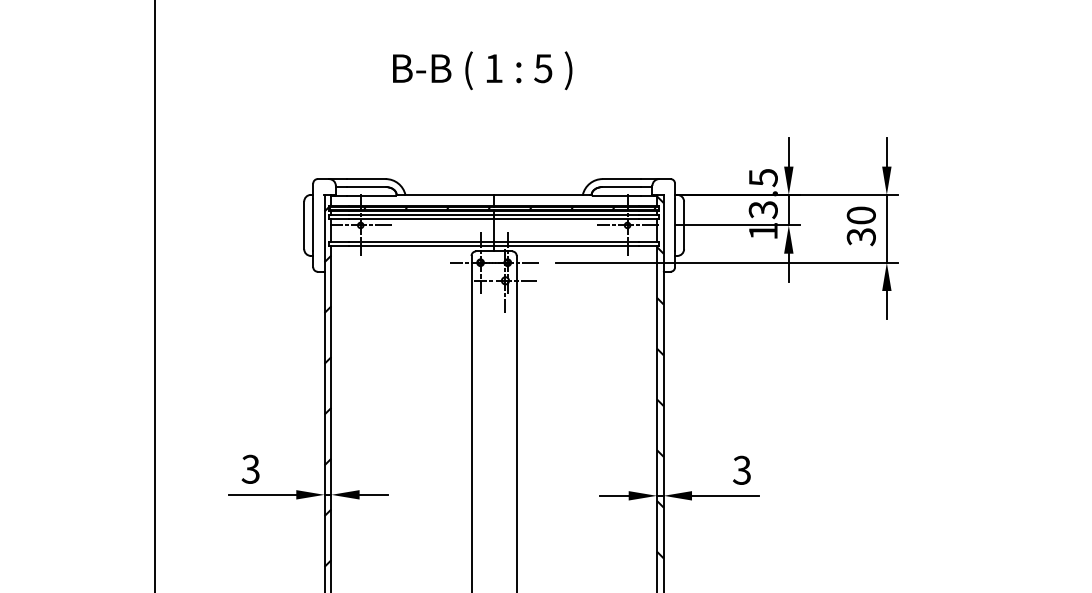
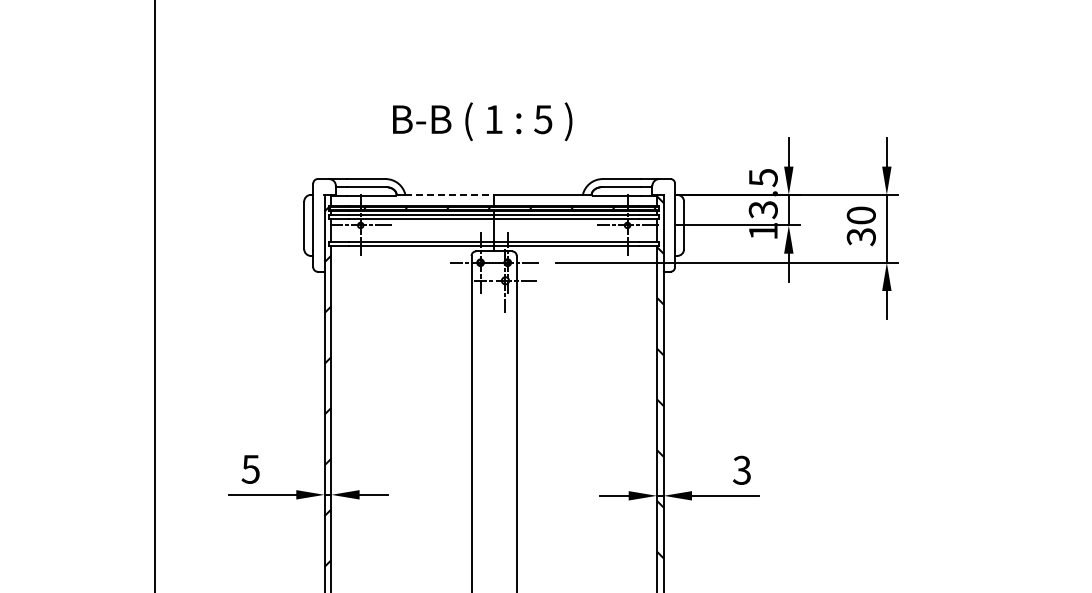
text at (482, 70) position: (482, 70) -> (482, 121)
line at (449, 194): solid -> dashed
text at (250, 468): 3 -> 5
